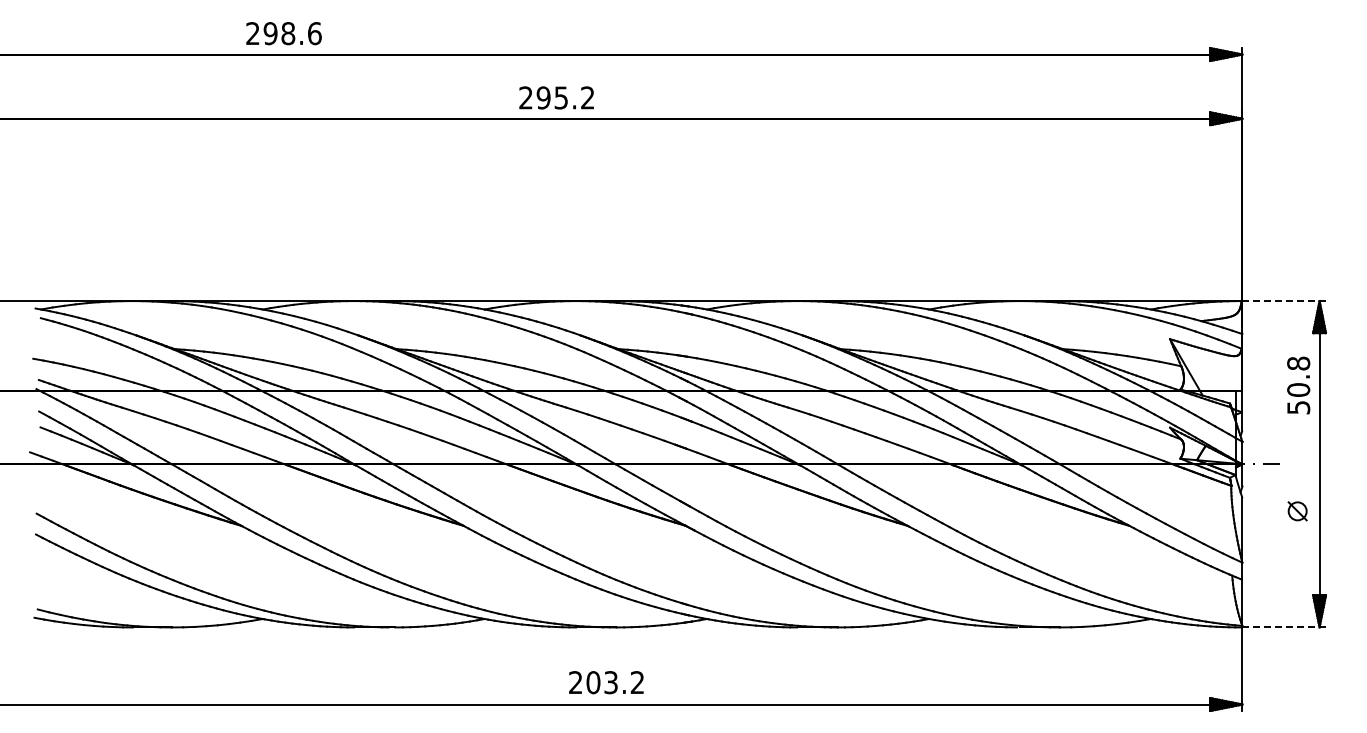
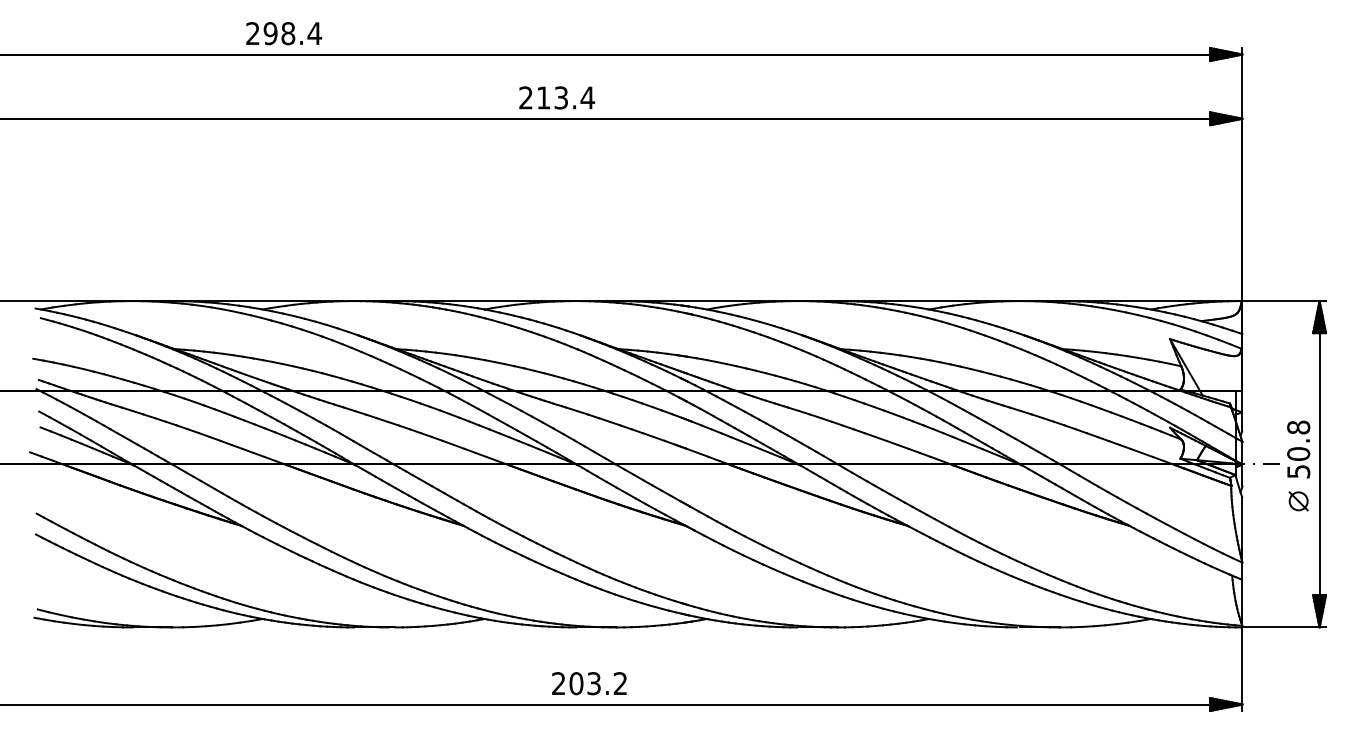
text at (314, 33): 298.6 -> 298.4
text at (565, 97): 295.2 -> 213.4
line at (1284, 301): dashed -> solid
text at (1298, 385) position: (1298, 385) -> (1298, 449)
part at (1297, 511) position: (1297, 511) -> (1298, 501)
line at (1284, 627): dashed -> solid
text at (606, 682) position: (606, 682) -> (589, 683)
